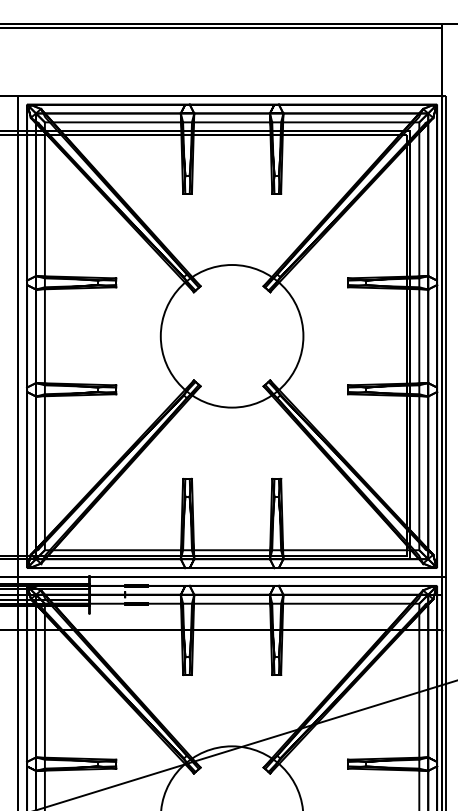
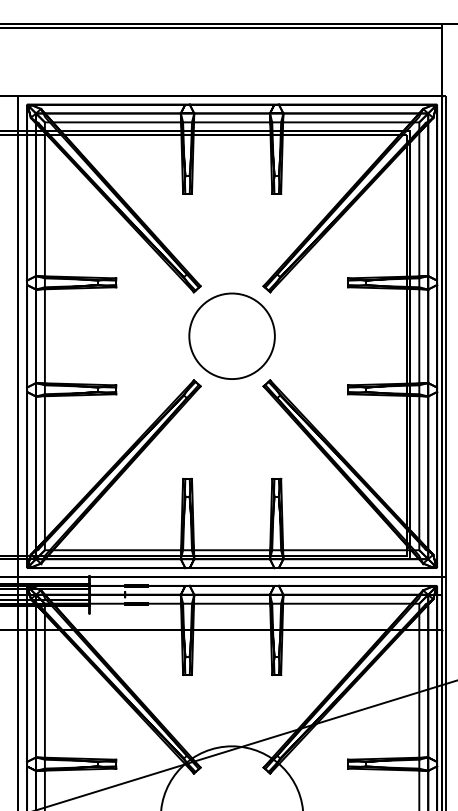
circle at (231, 336) diameter: 143 px -> 86 px
